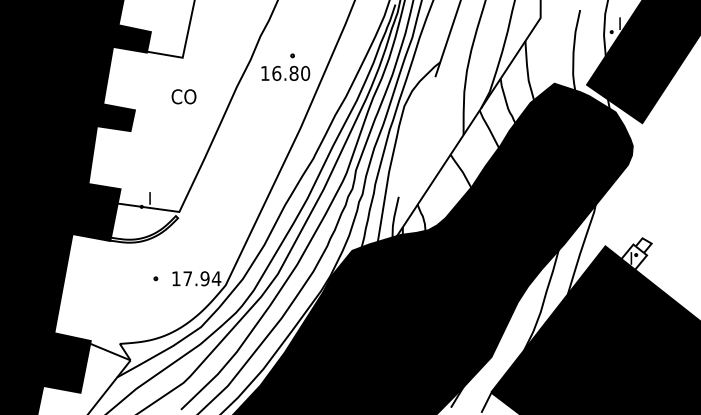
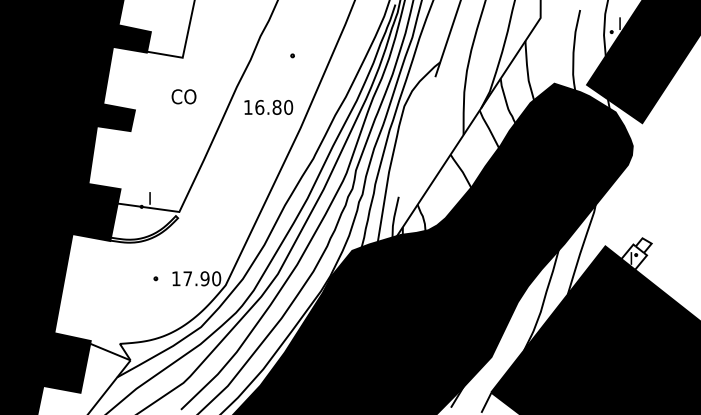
text at (285, 73) position: (285, 73) -> (268, 107)
text at (216, 278): 17.94 -> 17.90
